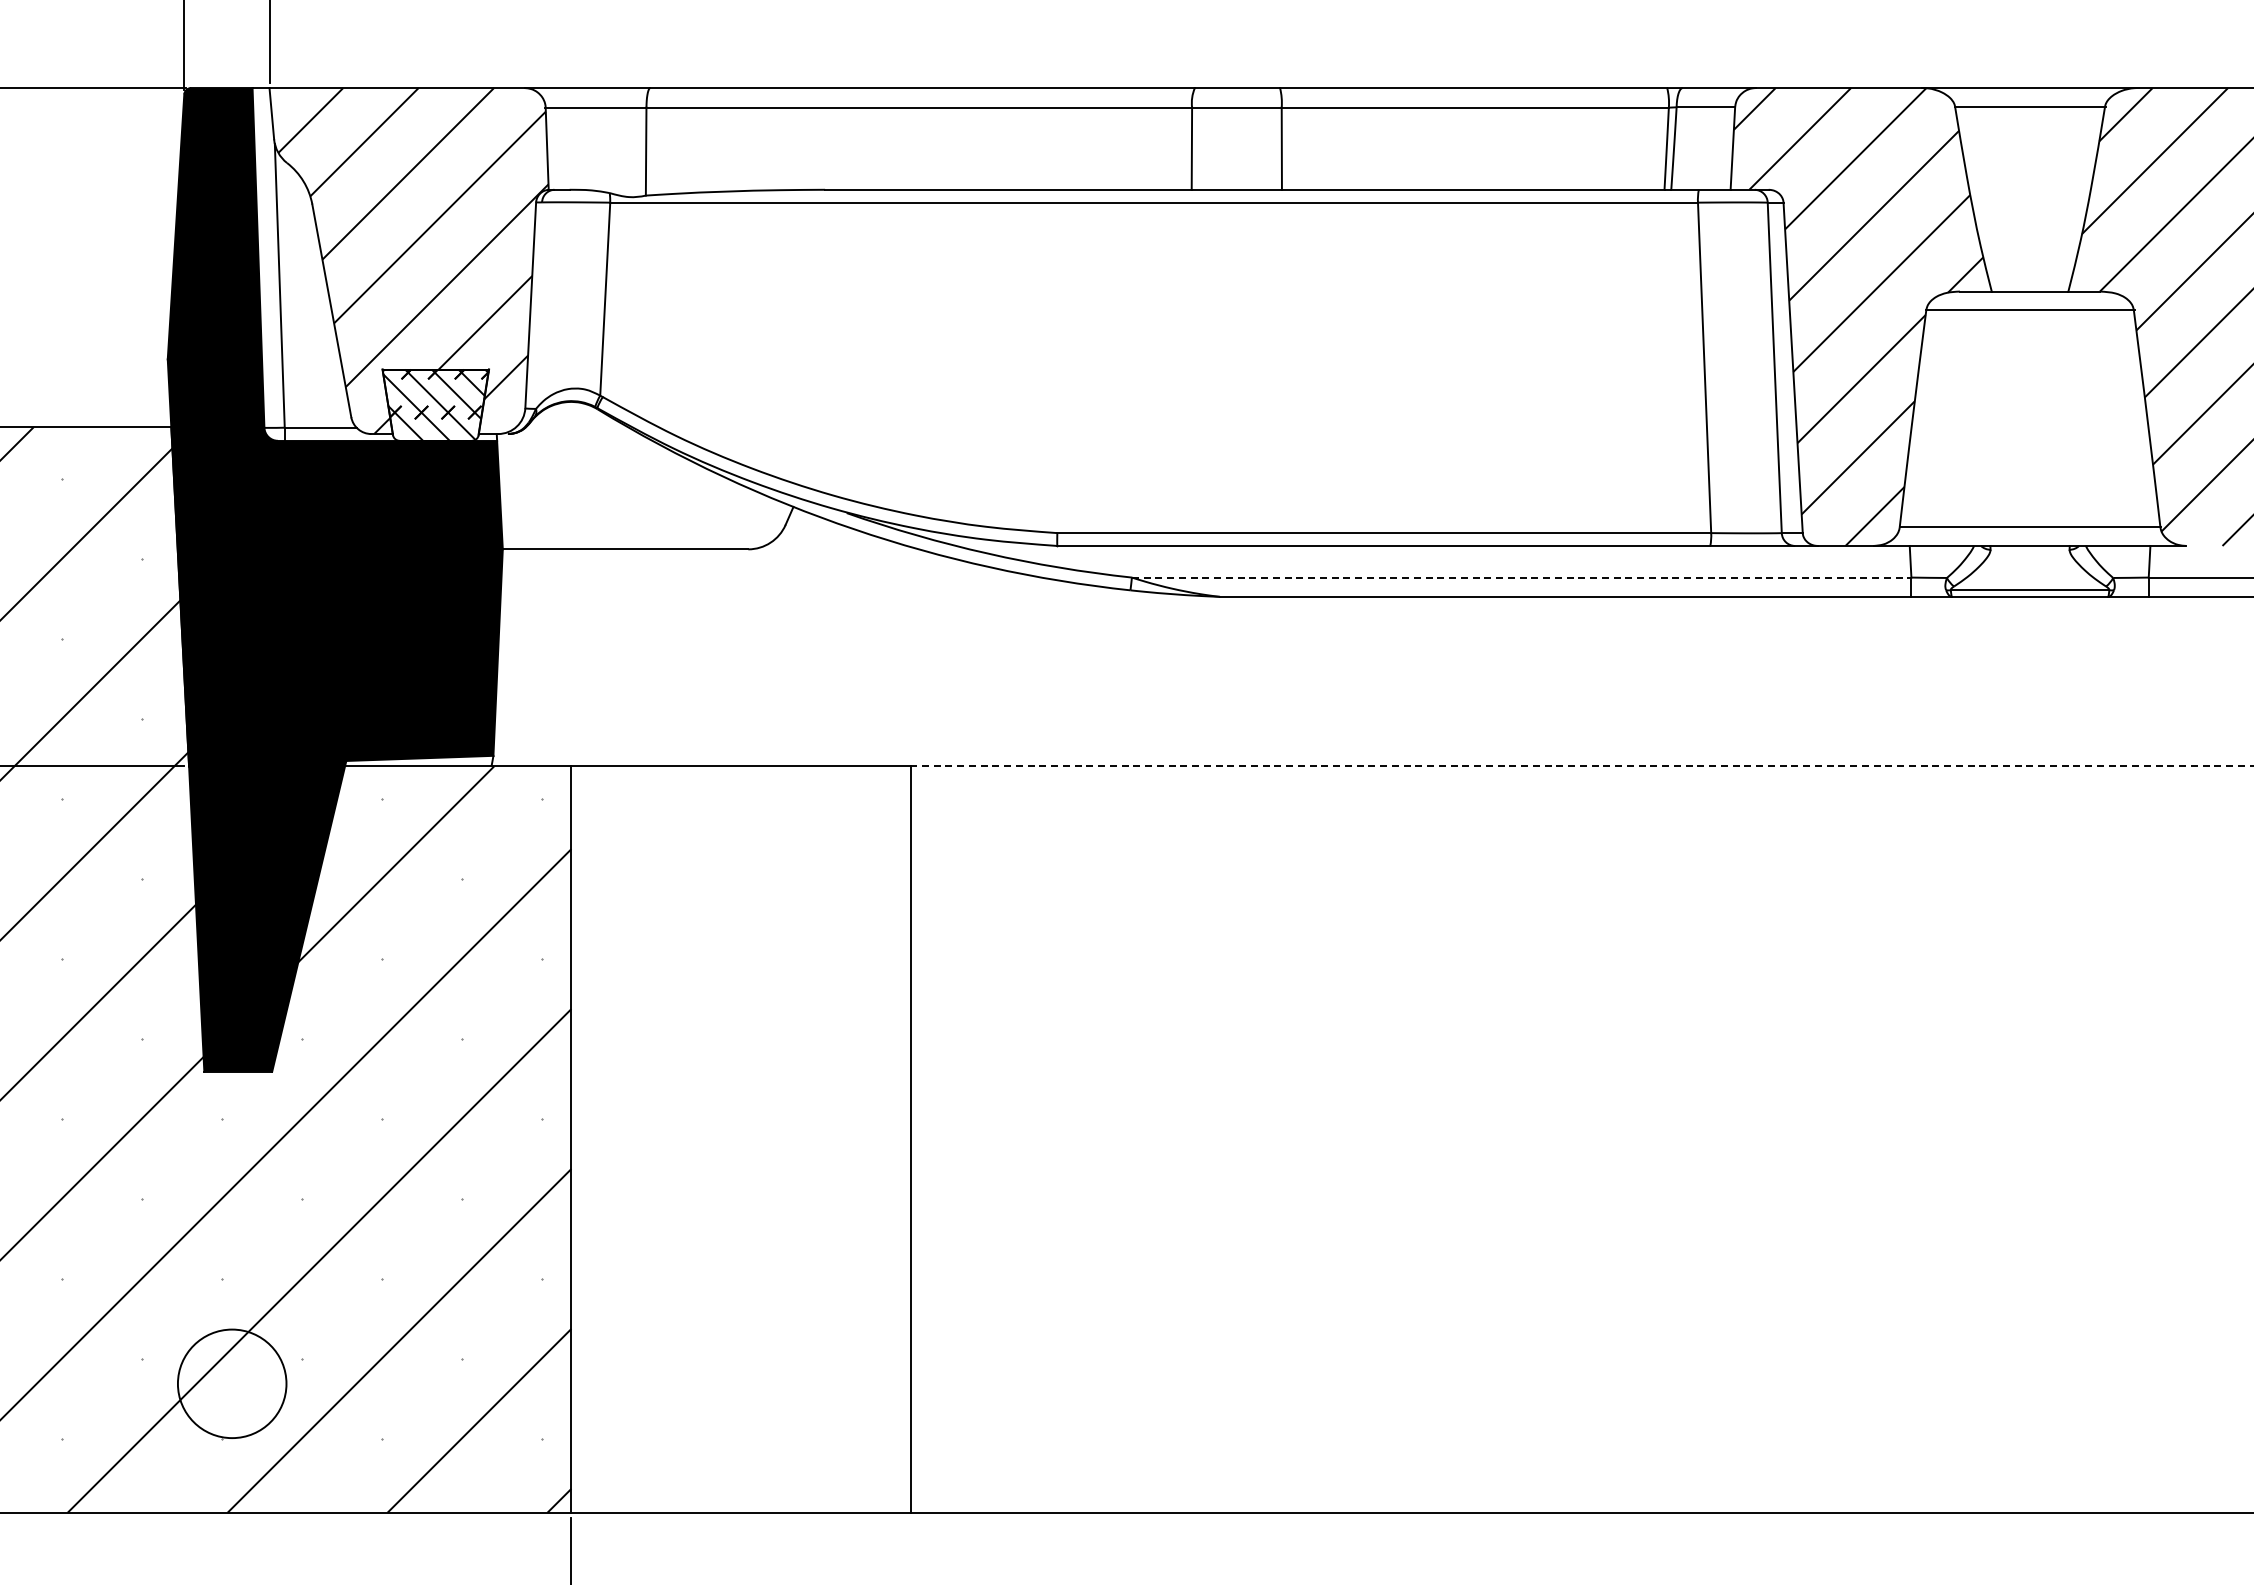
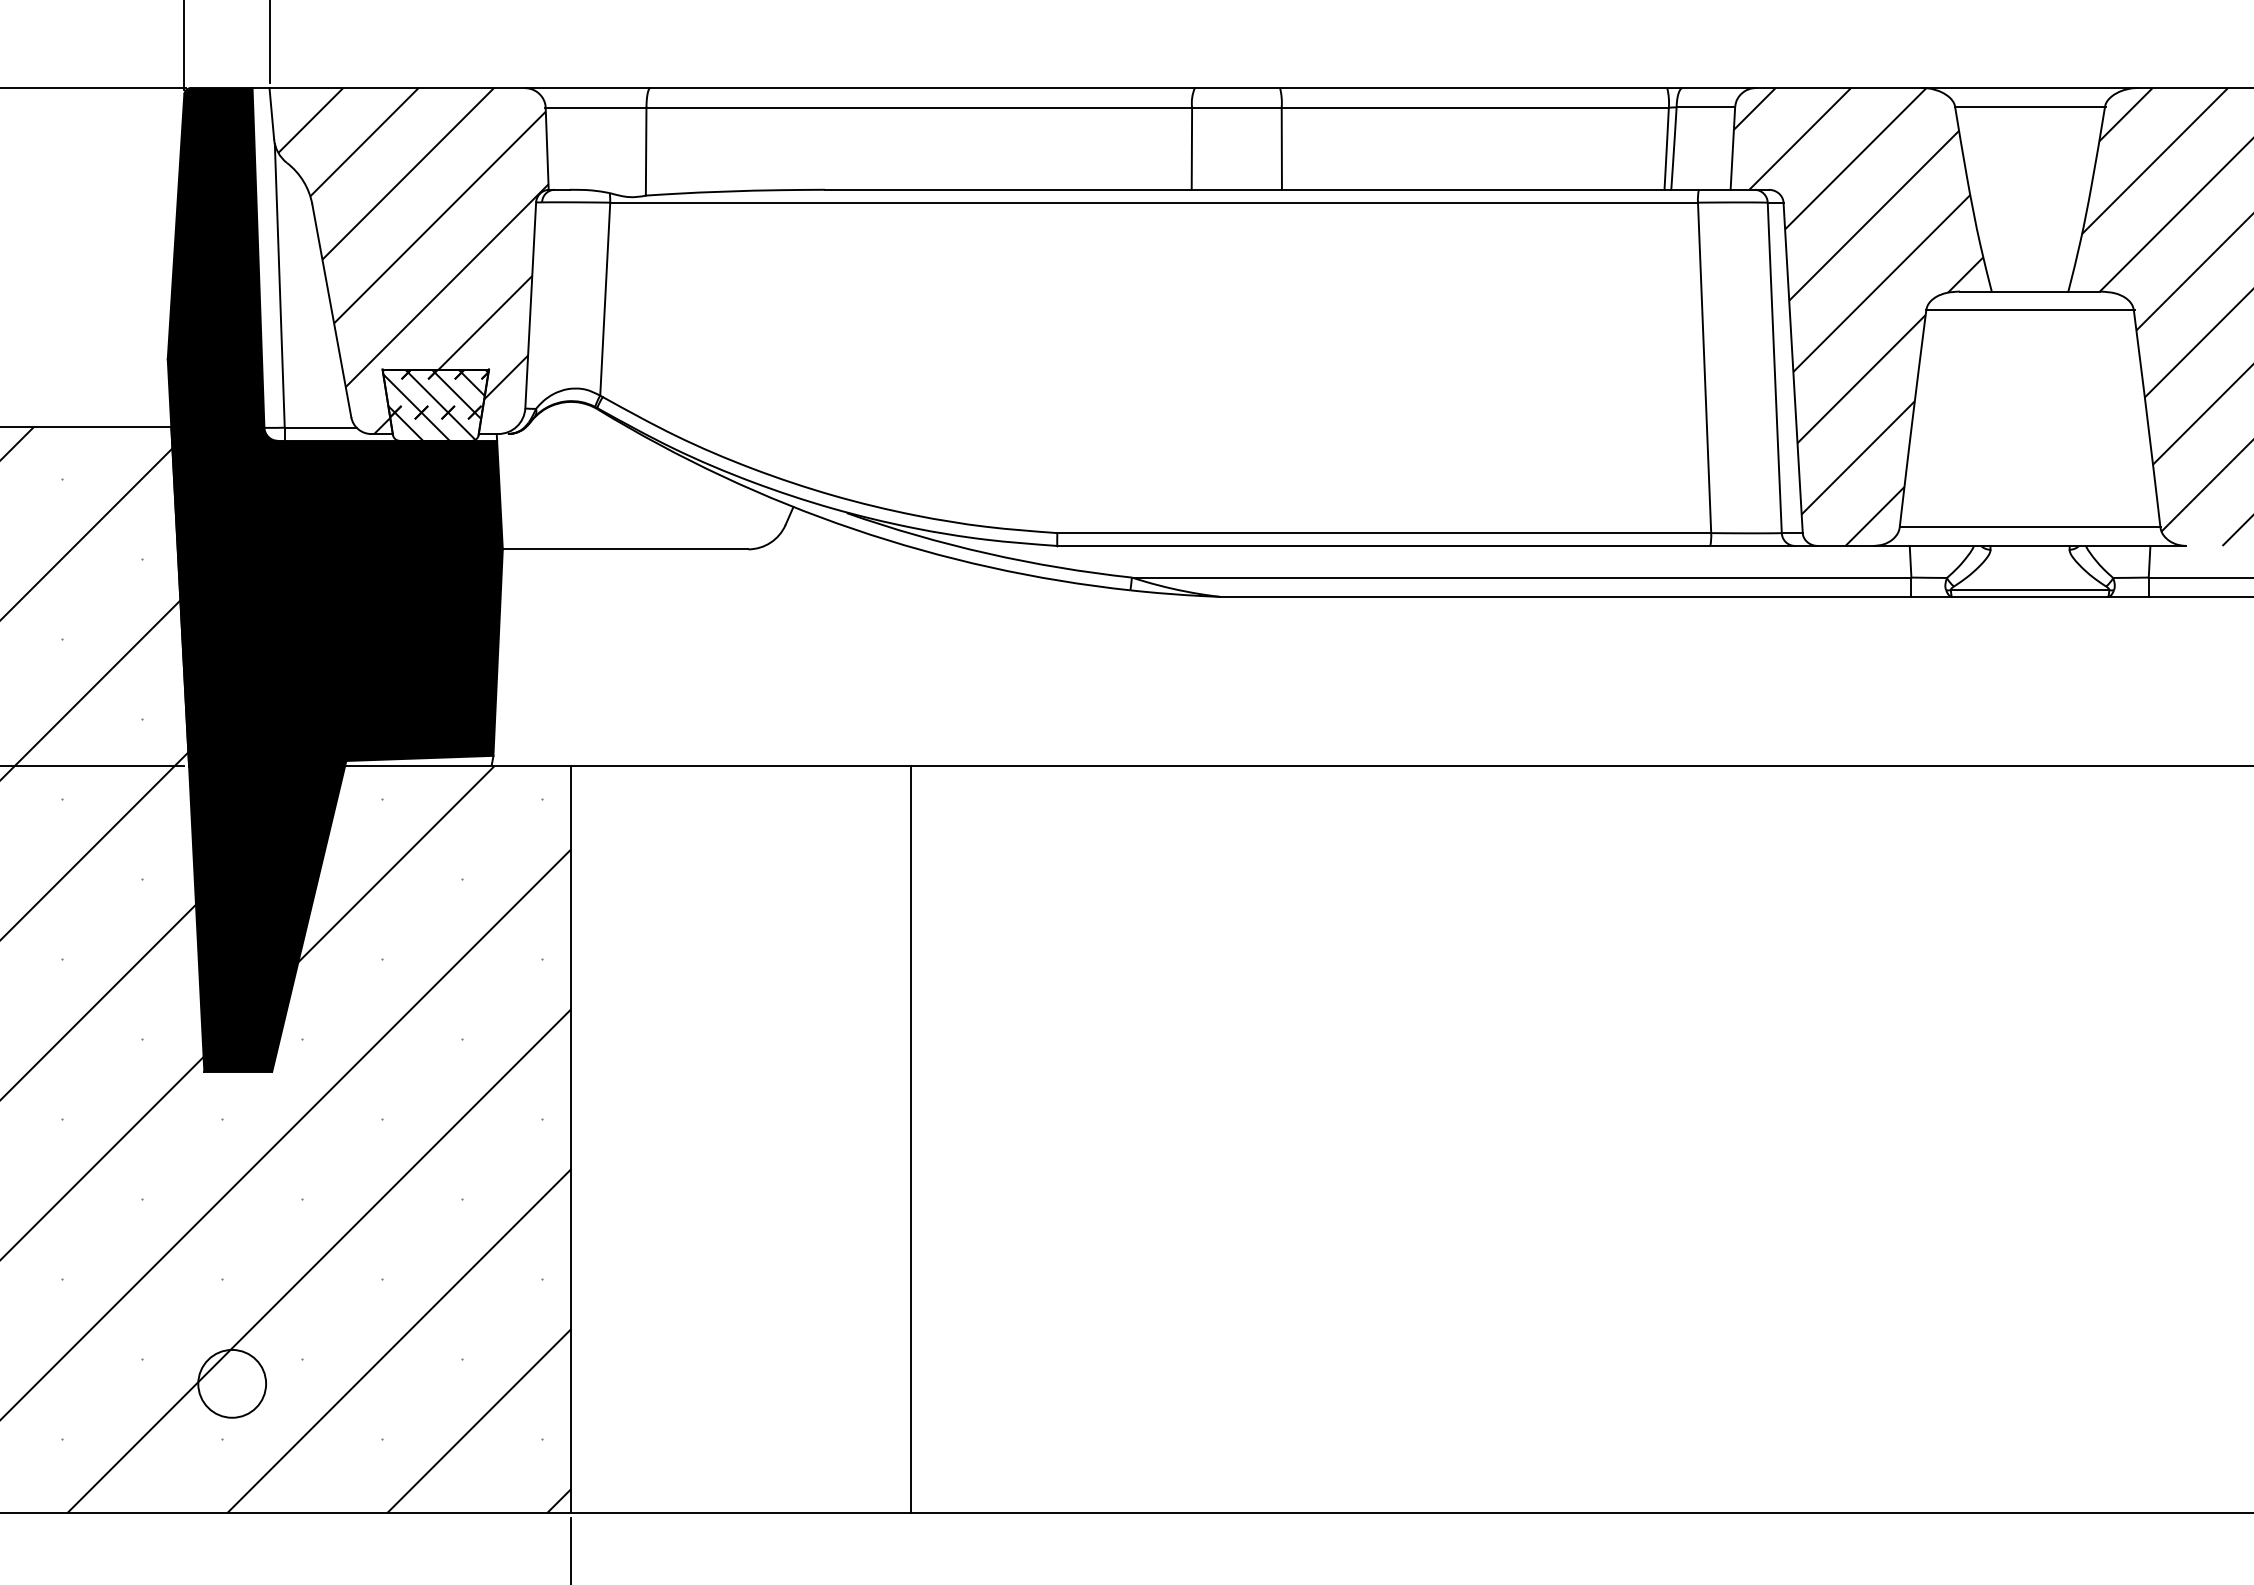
line at (1521, 577): dashed -> solid
line at (1581, 766): dashed -> solid
circle at (231, 1383) diameter: 109 px -> 68 px
